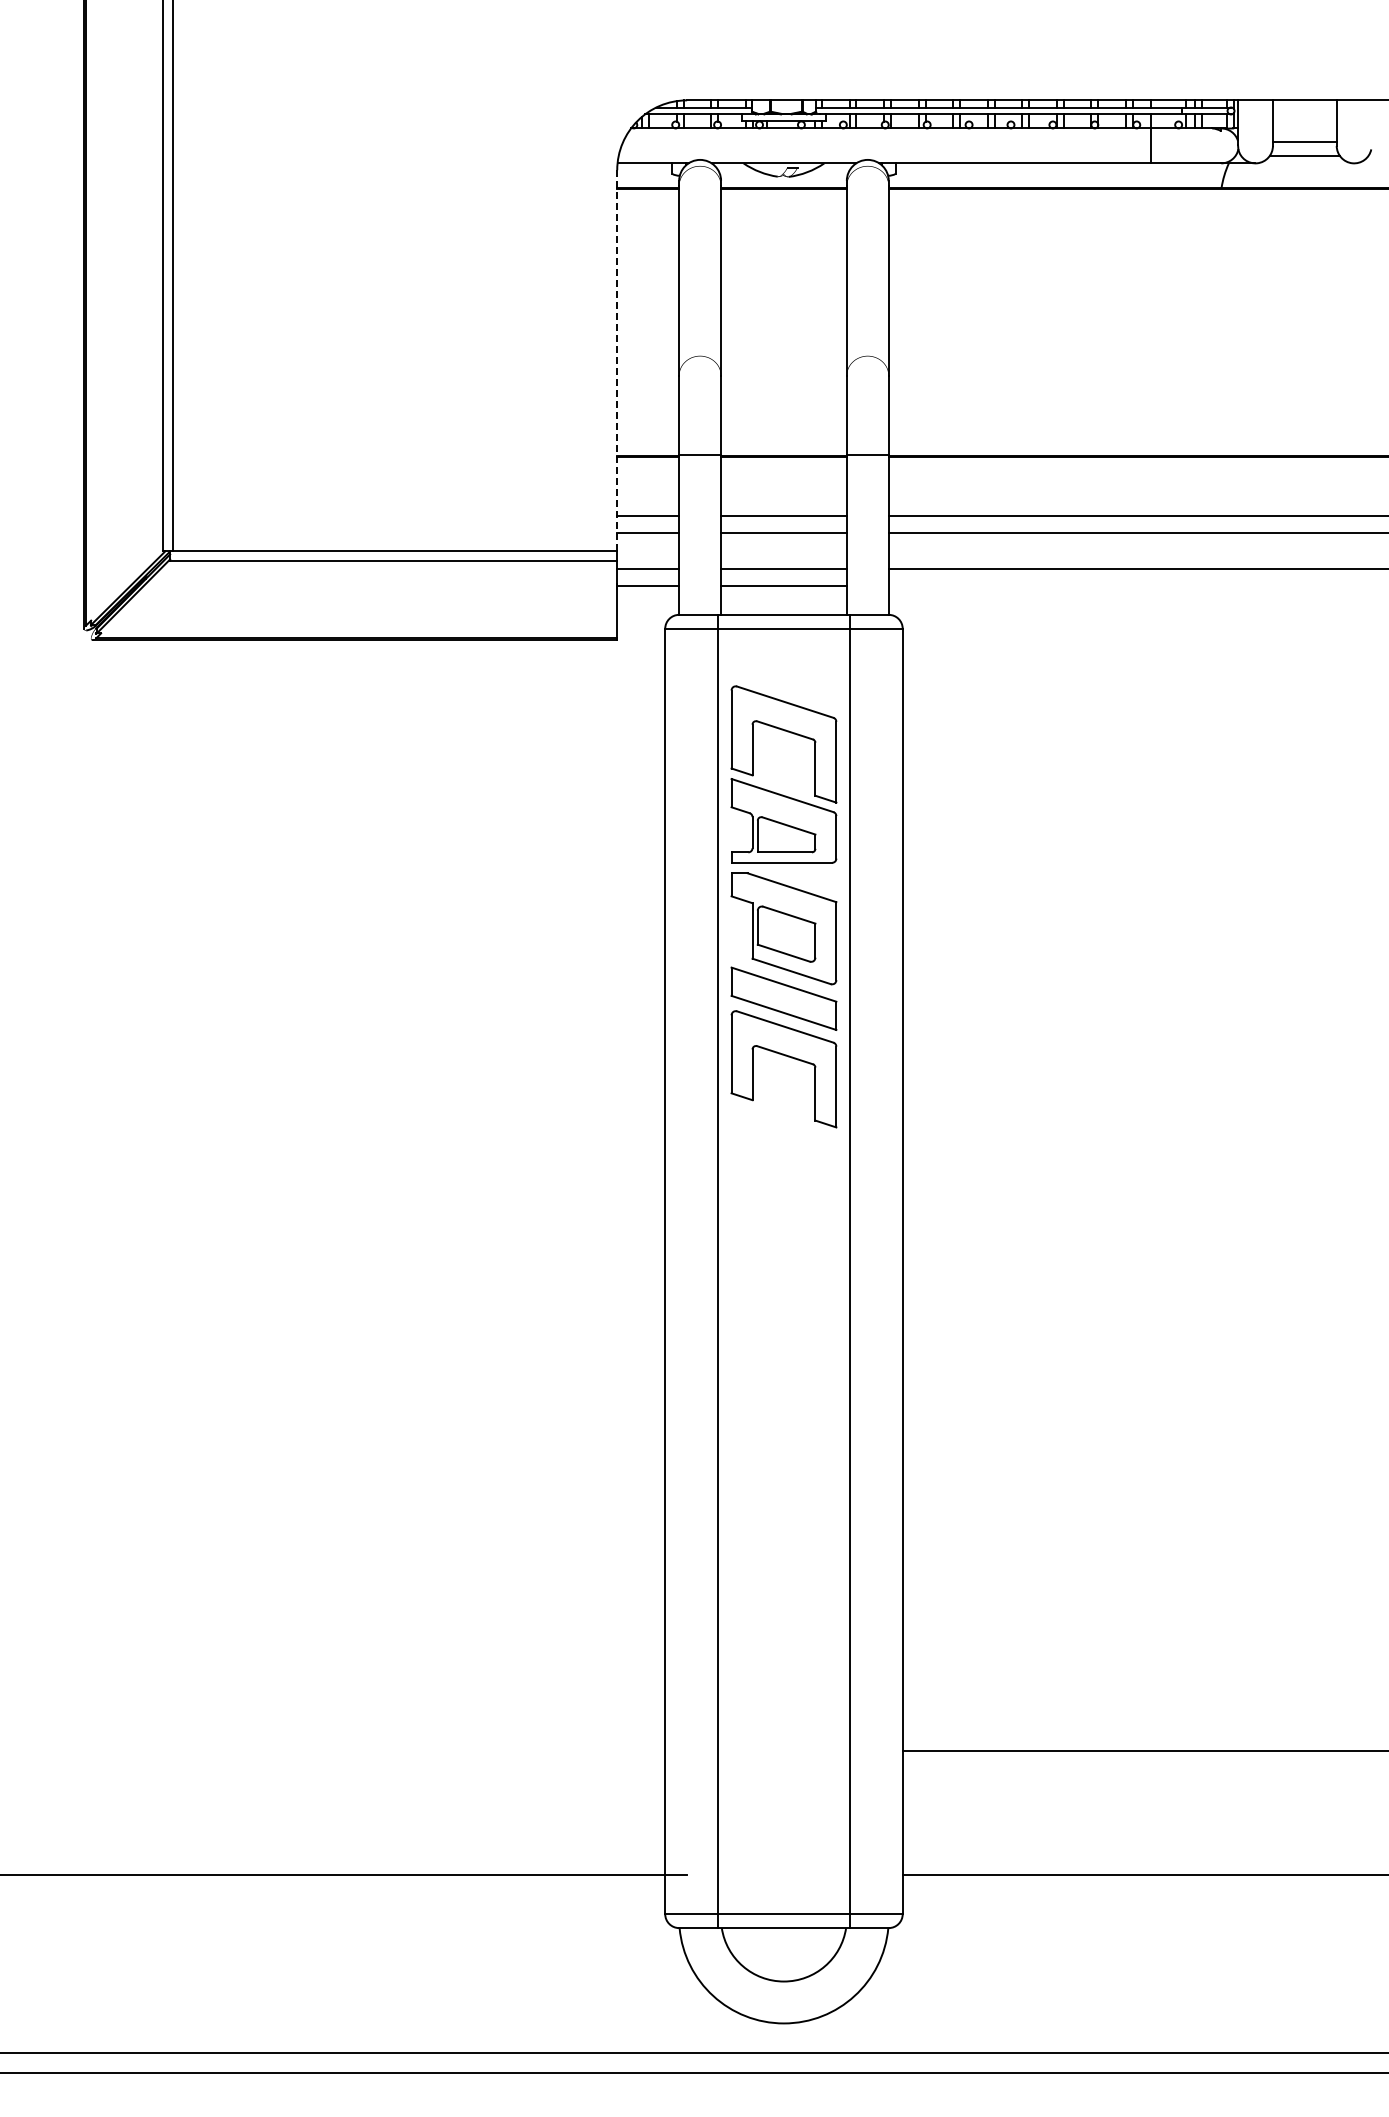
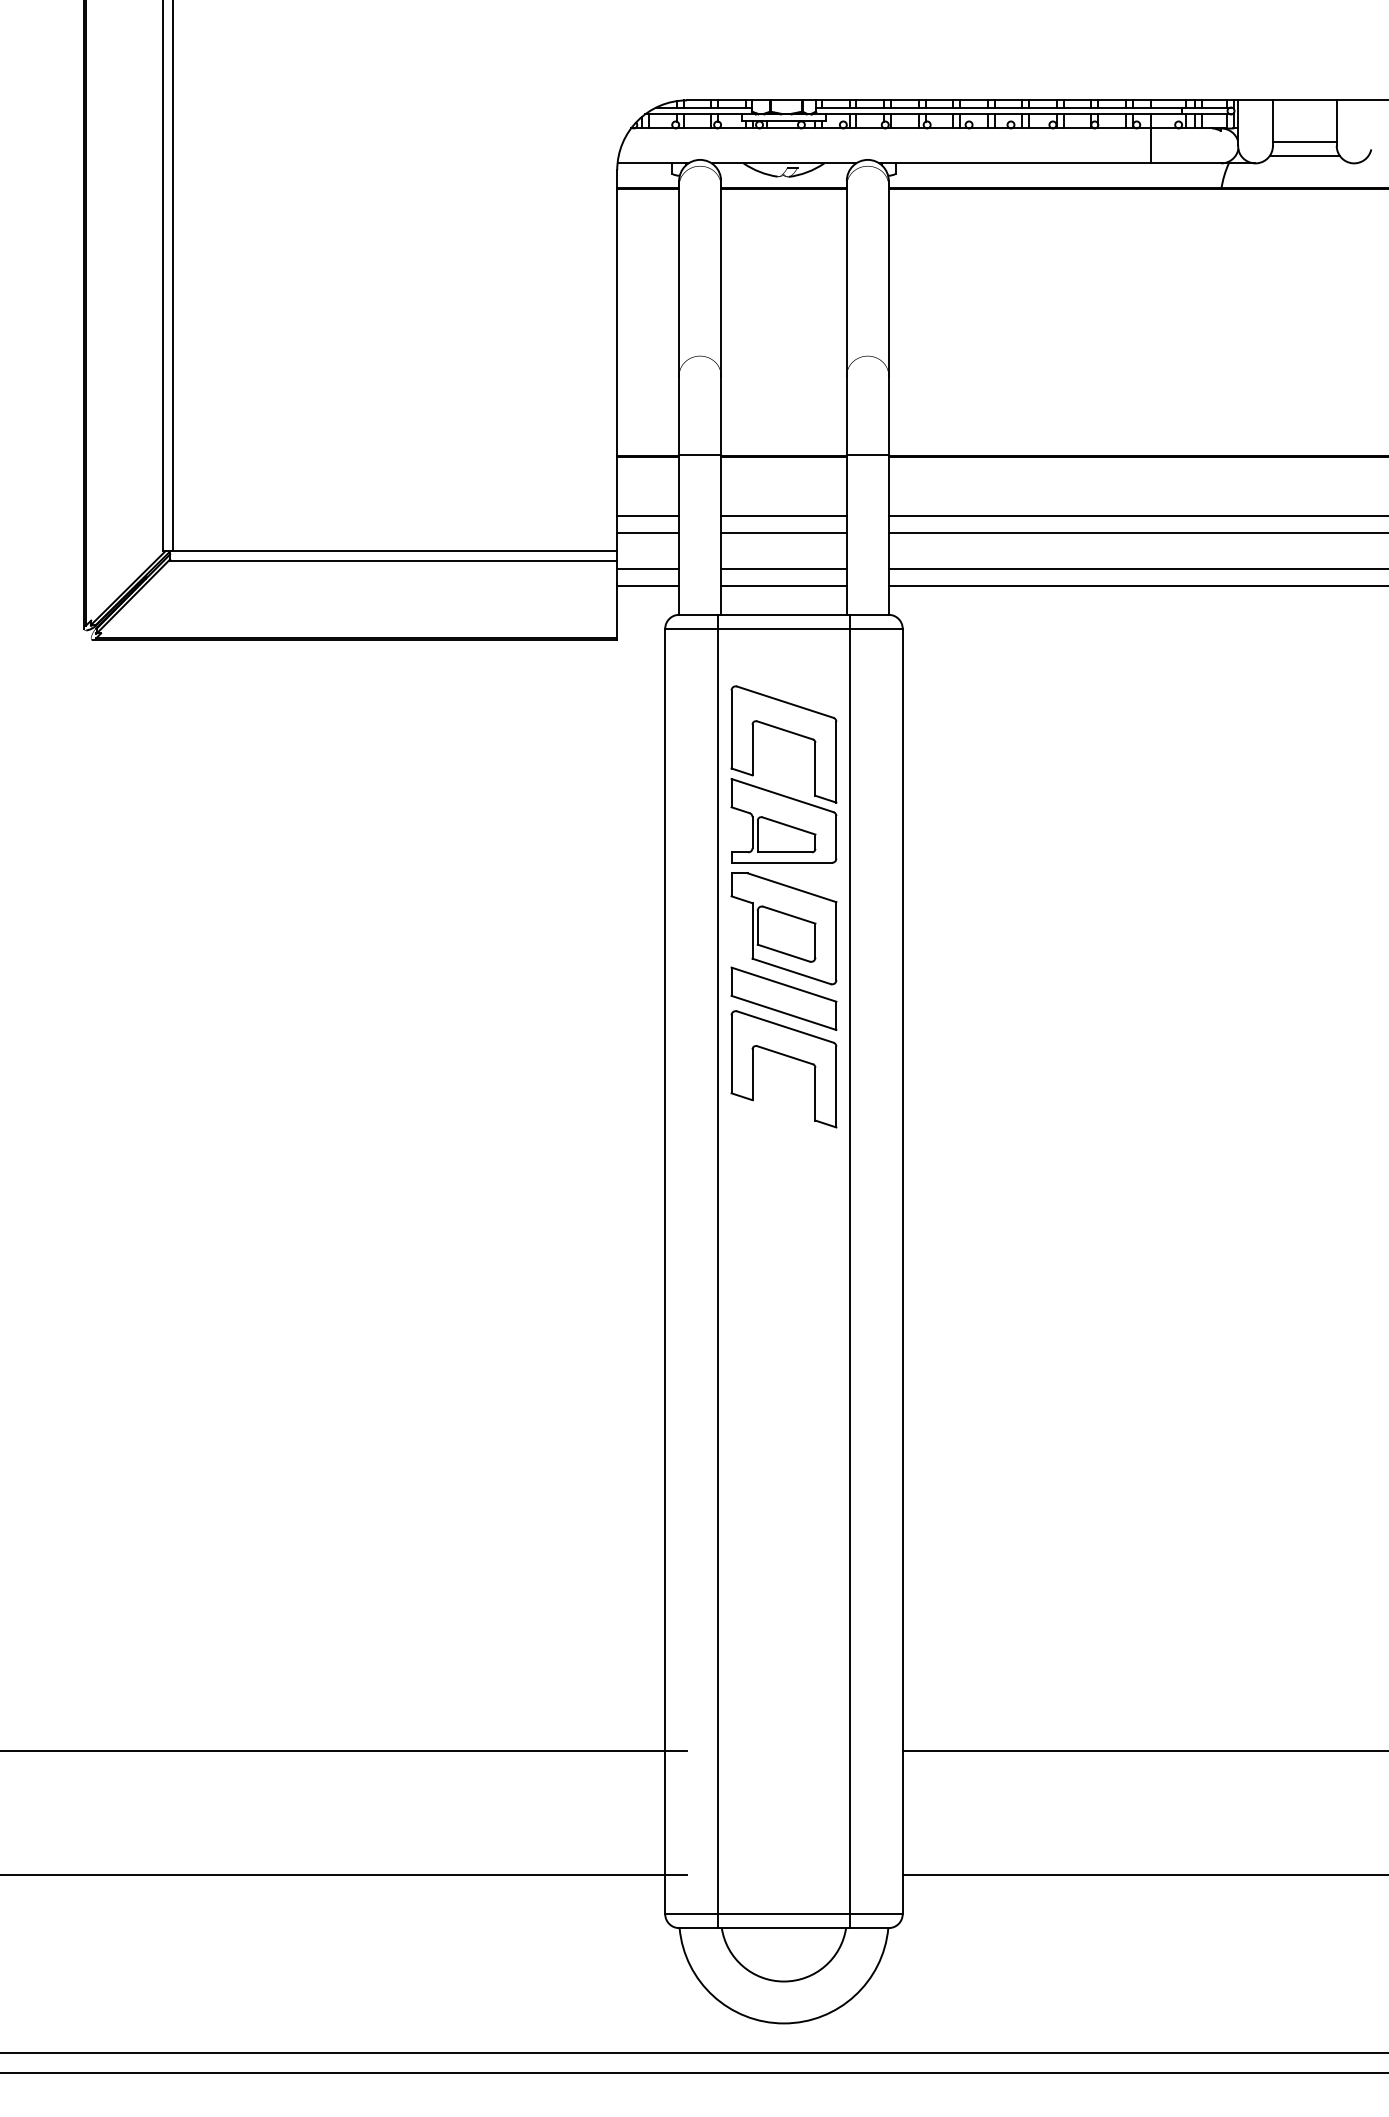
line at (617, 360): dashed -> solid
line at (1136, 585): none -> present
line at (344, 1751): none -> present
